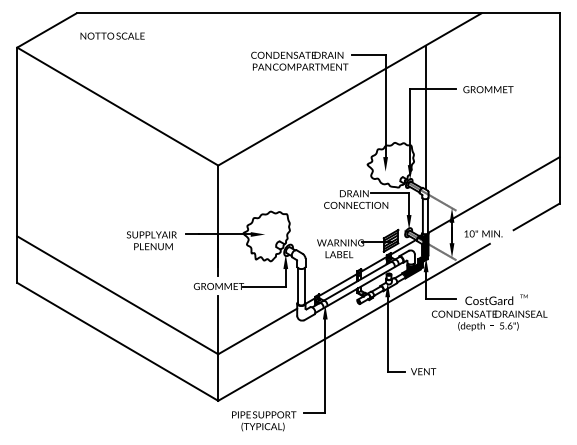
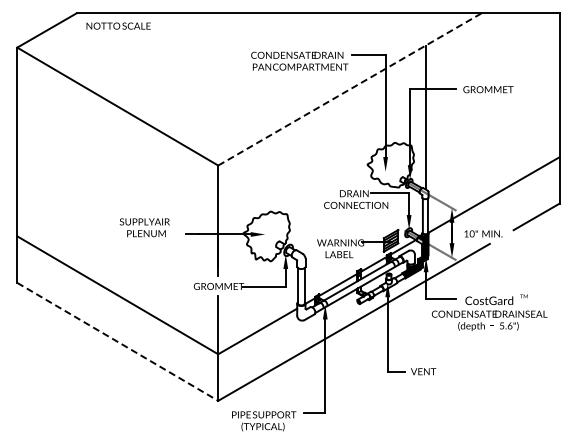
text at (112, 35) position: (112, 35) -> (118, 25)
line at (350, 89): solid -> dashed
text at (151, 240) position: (151, 240) -> (144, 227)
line at (118, 342): solid -> dashed
